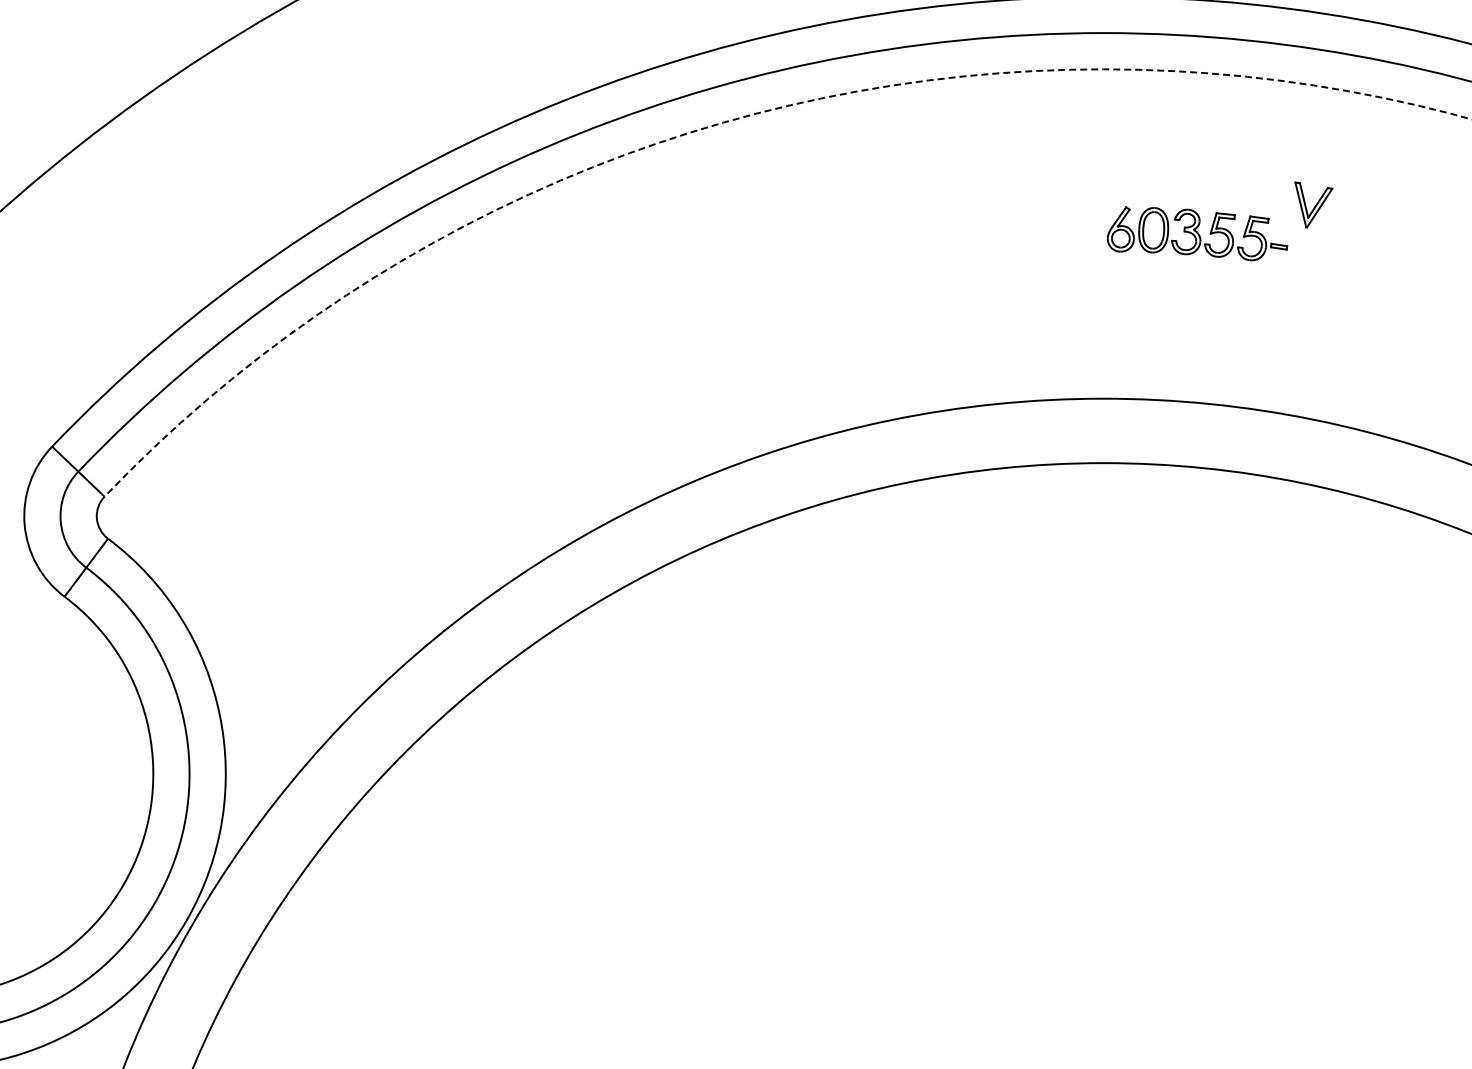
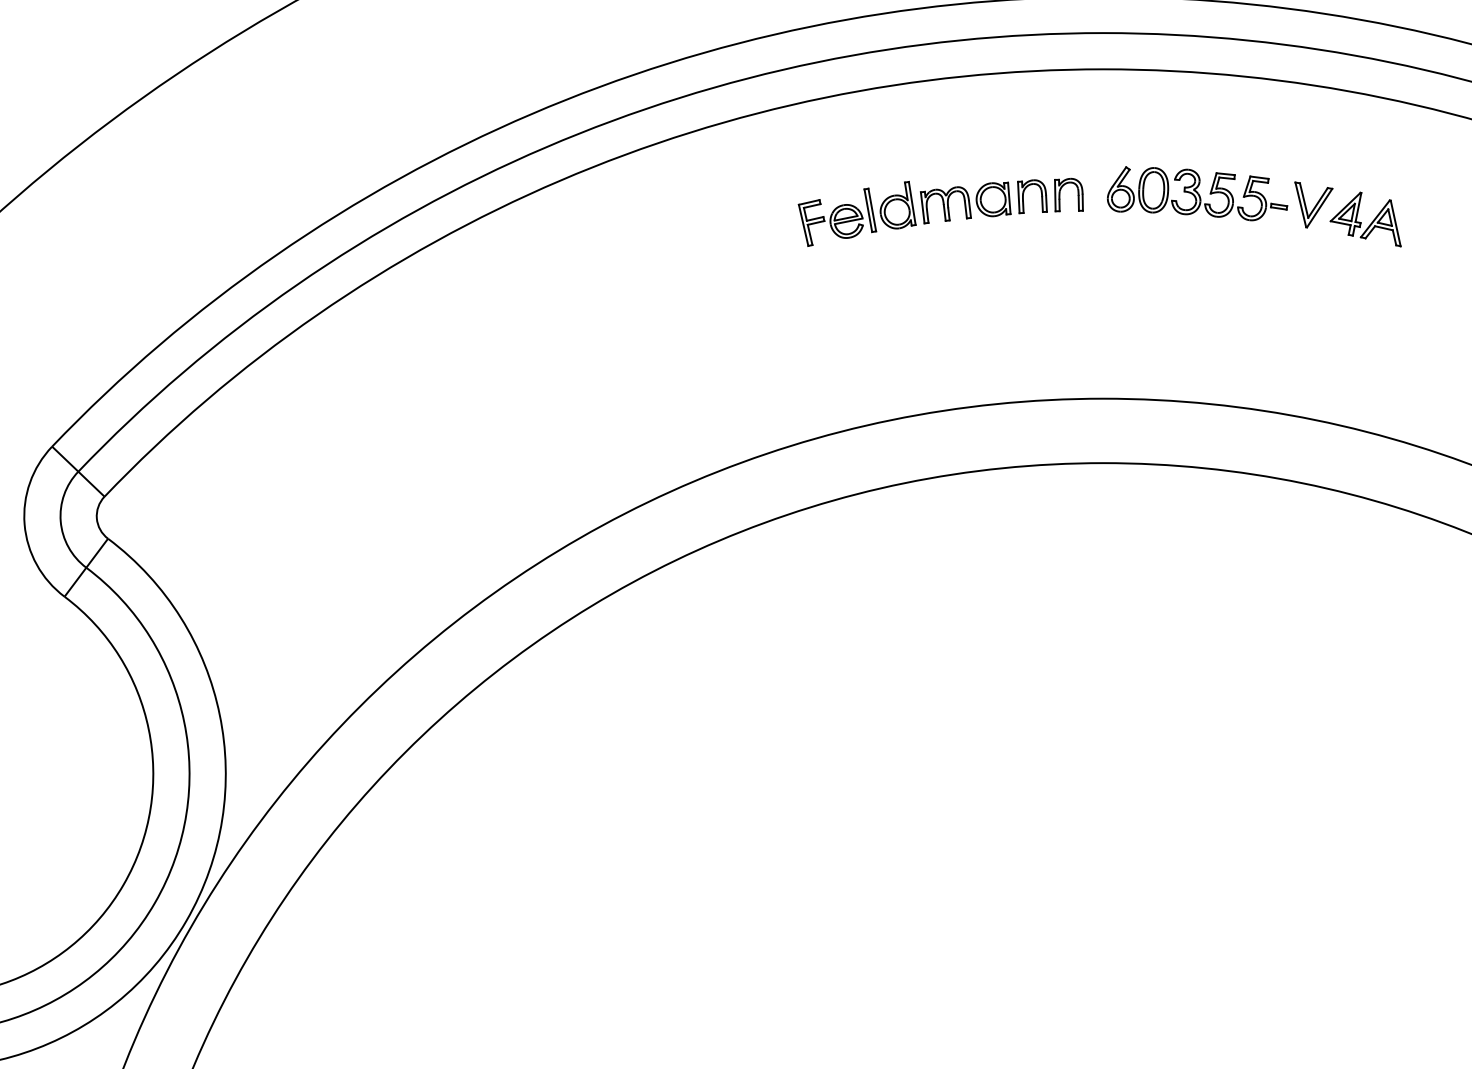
arc at (736, 118): dashed -> solid
part at (940, 211): none -> present
part at (1365, 219): none -> present
part at (1197, 233) position: (1197, 233) -> (1197, 193)
